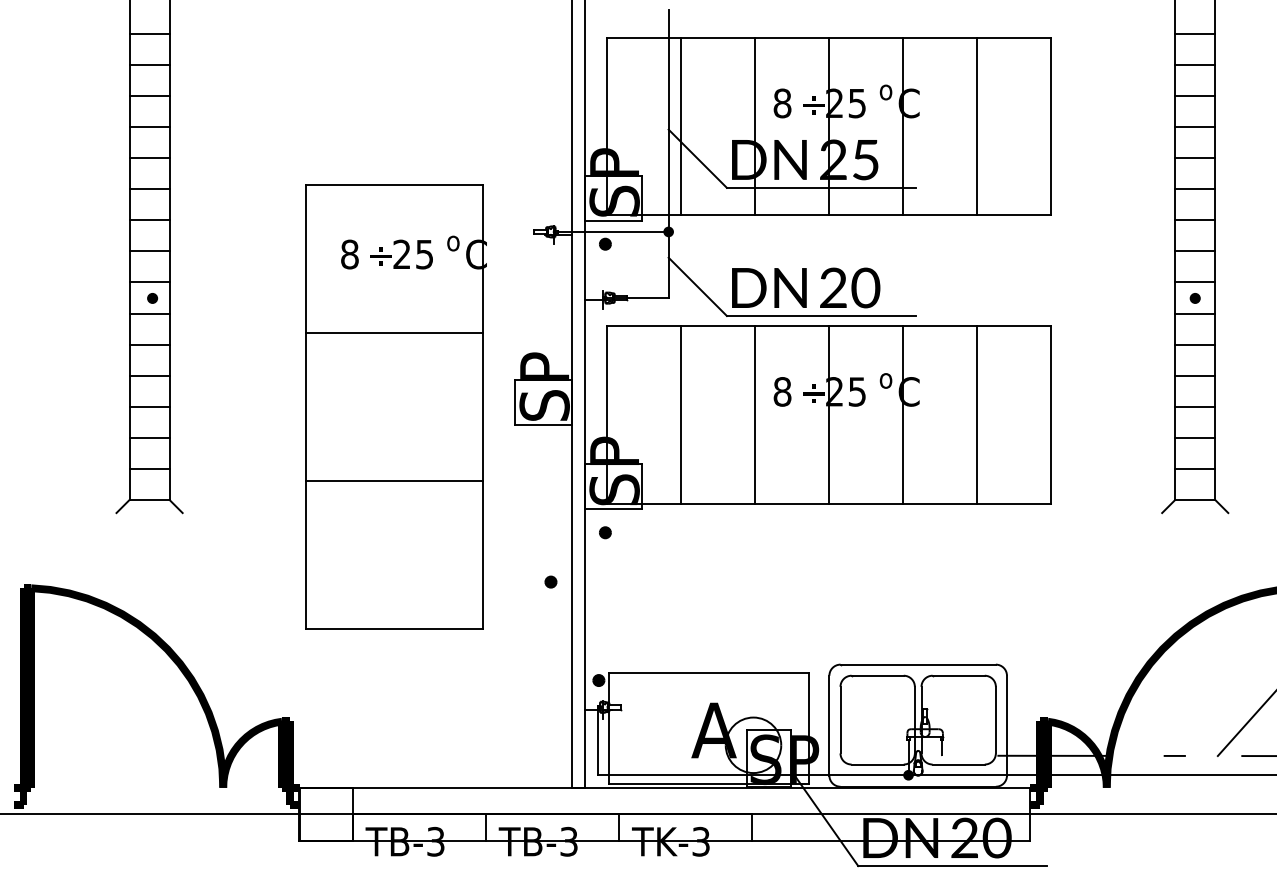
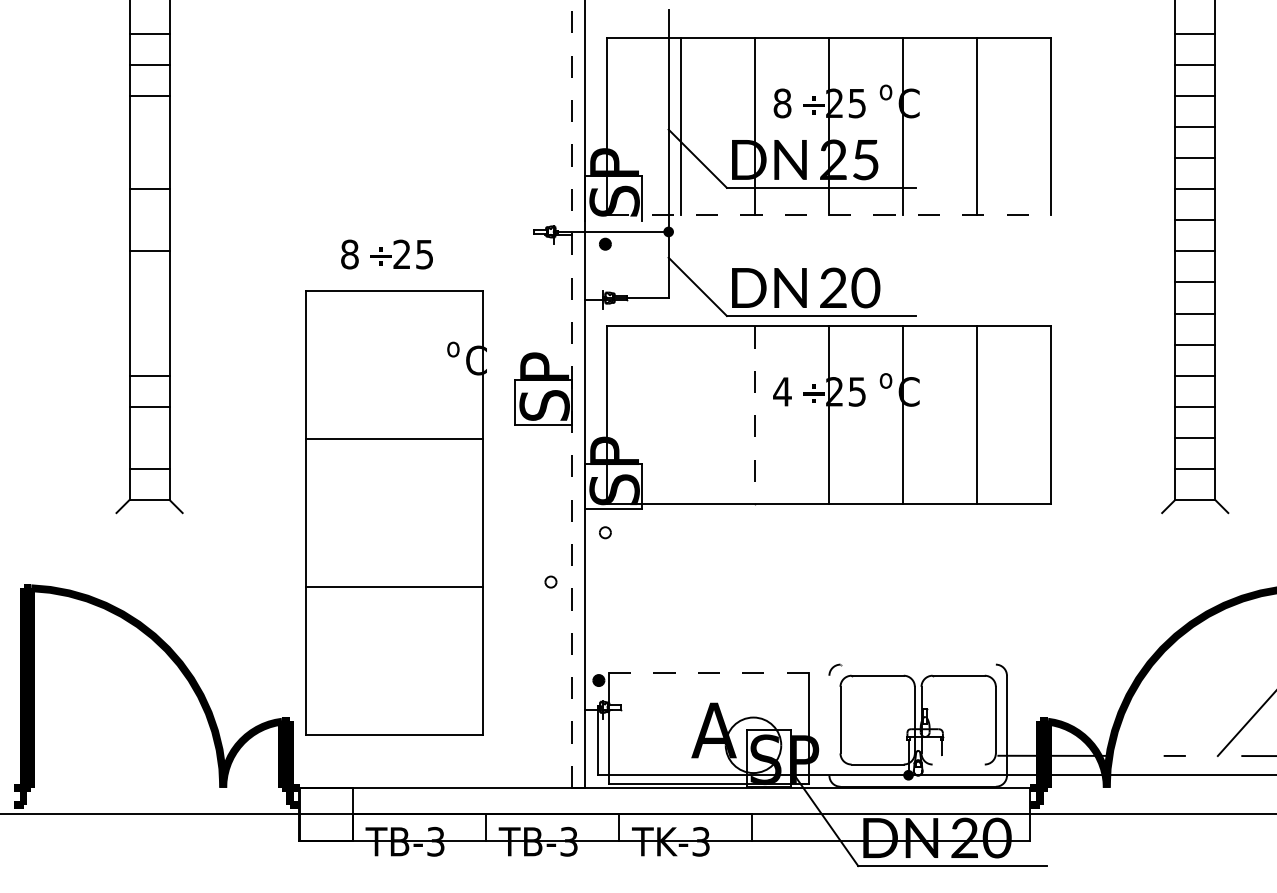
line at (149, 127): present -> none
line at (149, 158): present -> none
line at (829, 215): solid -> dashed
line at (149, 220): present -> none
line at (612, 220): present -> none
line at (149, 282): present -> none
fill at (152, 297): present -> none
fill at (1194, 297): present -> none
line at (149, 313): present -> none
line at (149, 344): present -> none
text at (782, 391): 8 -> 4
line at (571, 393): solid -> dashed
part at (395, 406) position: (395, 406) -> (395, 512)
line at (681, 414): present -> none
line at (755, 415): solid -> dashed
line at (149, 437): present -> none
fill at (604, 532): present -> none
fill at (550, 581): present -> none
line at (917, 664): present -> none
line at (708, 672): solid -> dashed
line at (829, 725): present -> none
line at (958, 764): present -> none
